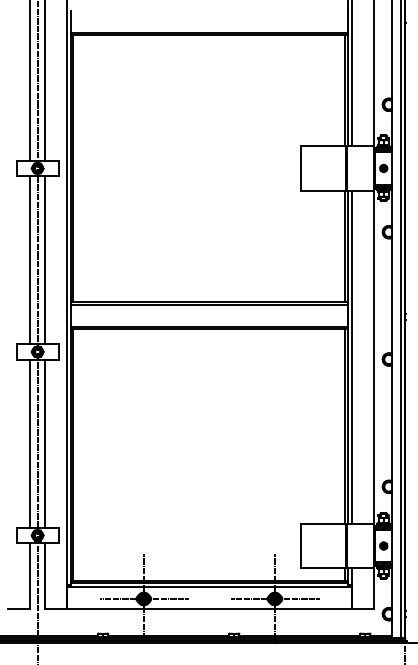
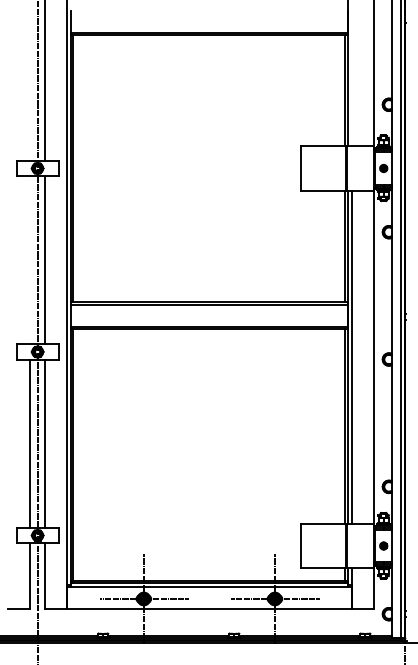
line at (351, 74): present -> none
line at (30, 81): present -> none
line at (30, 260): present -> none
